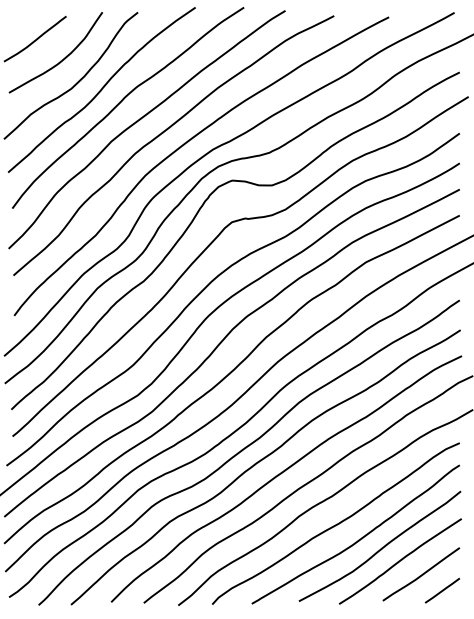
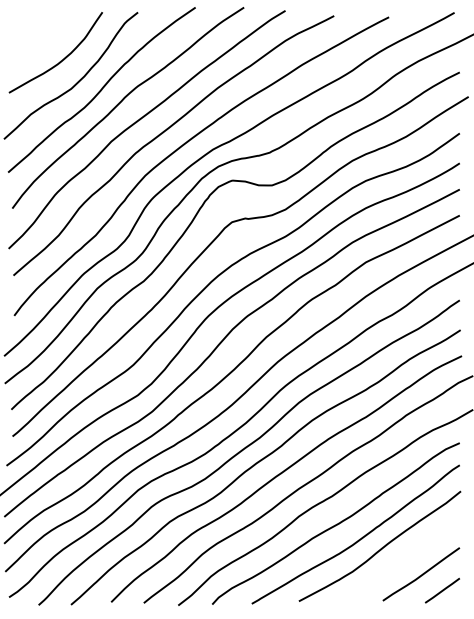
curve at (35, 39): present -> none
curve at (399, 561): present -> none
